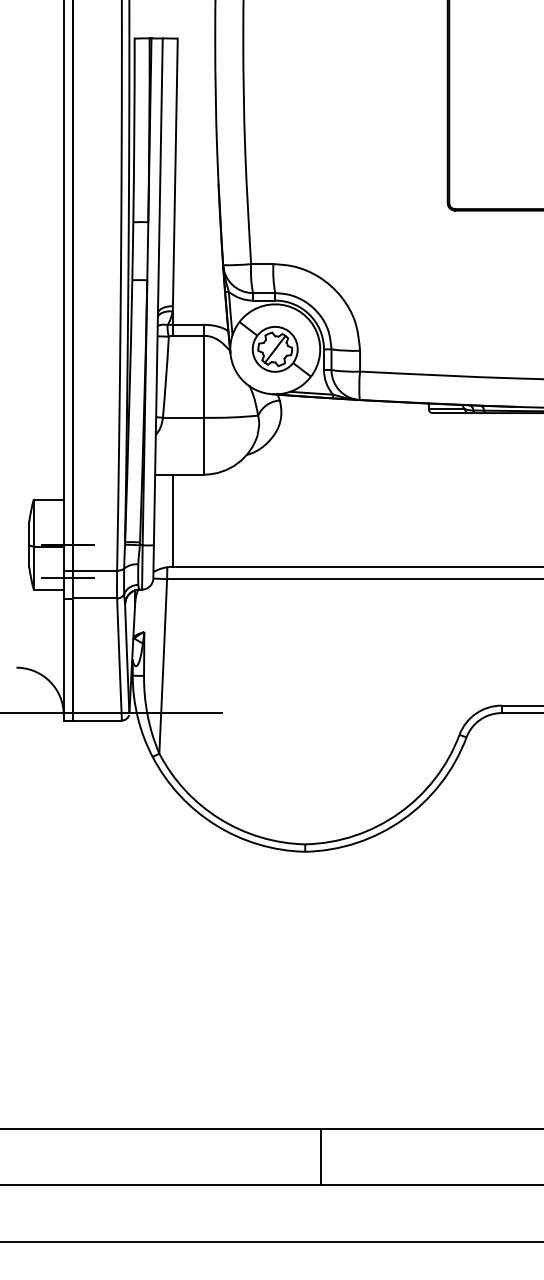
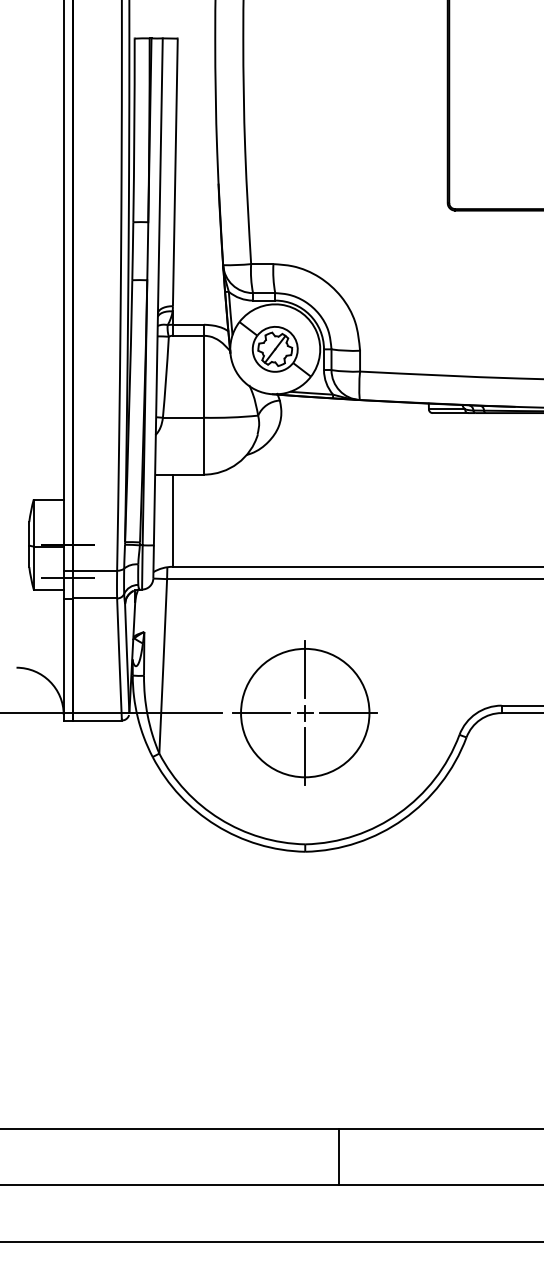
part at (304, 712): none -> present
line at (320, 1157) position: (320, 1157) -> (338, 1157)
